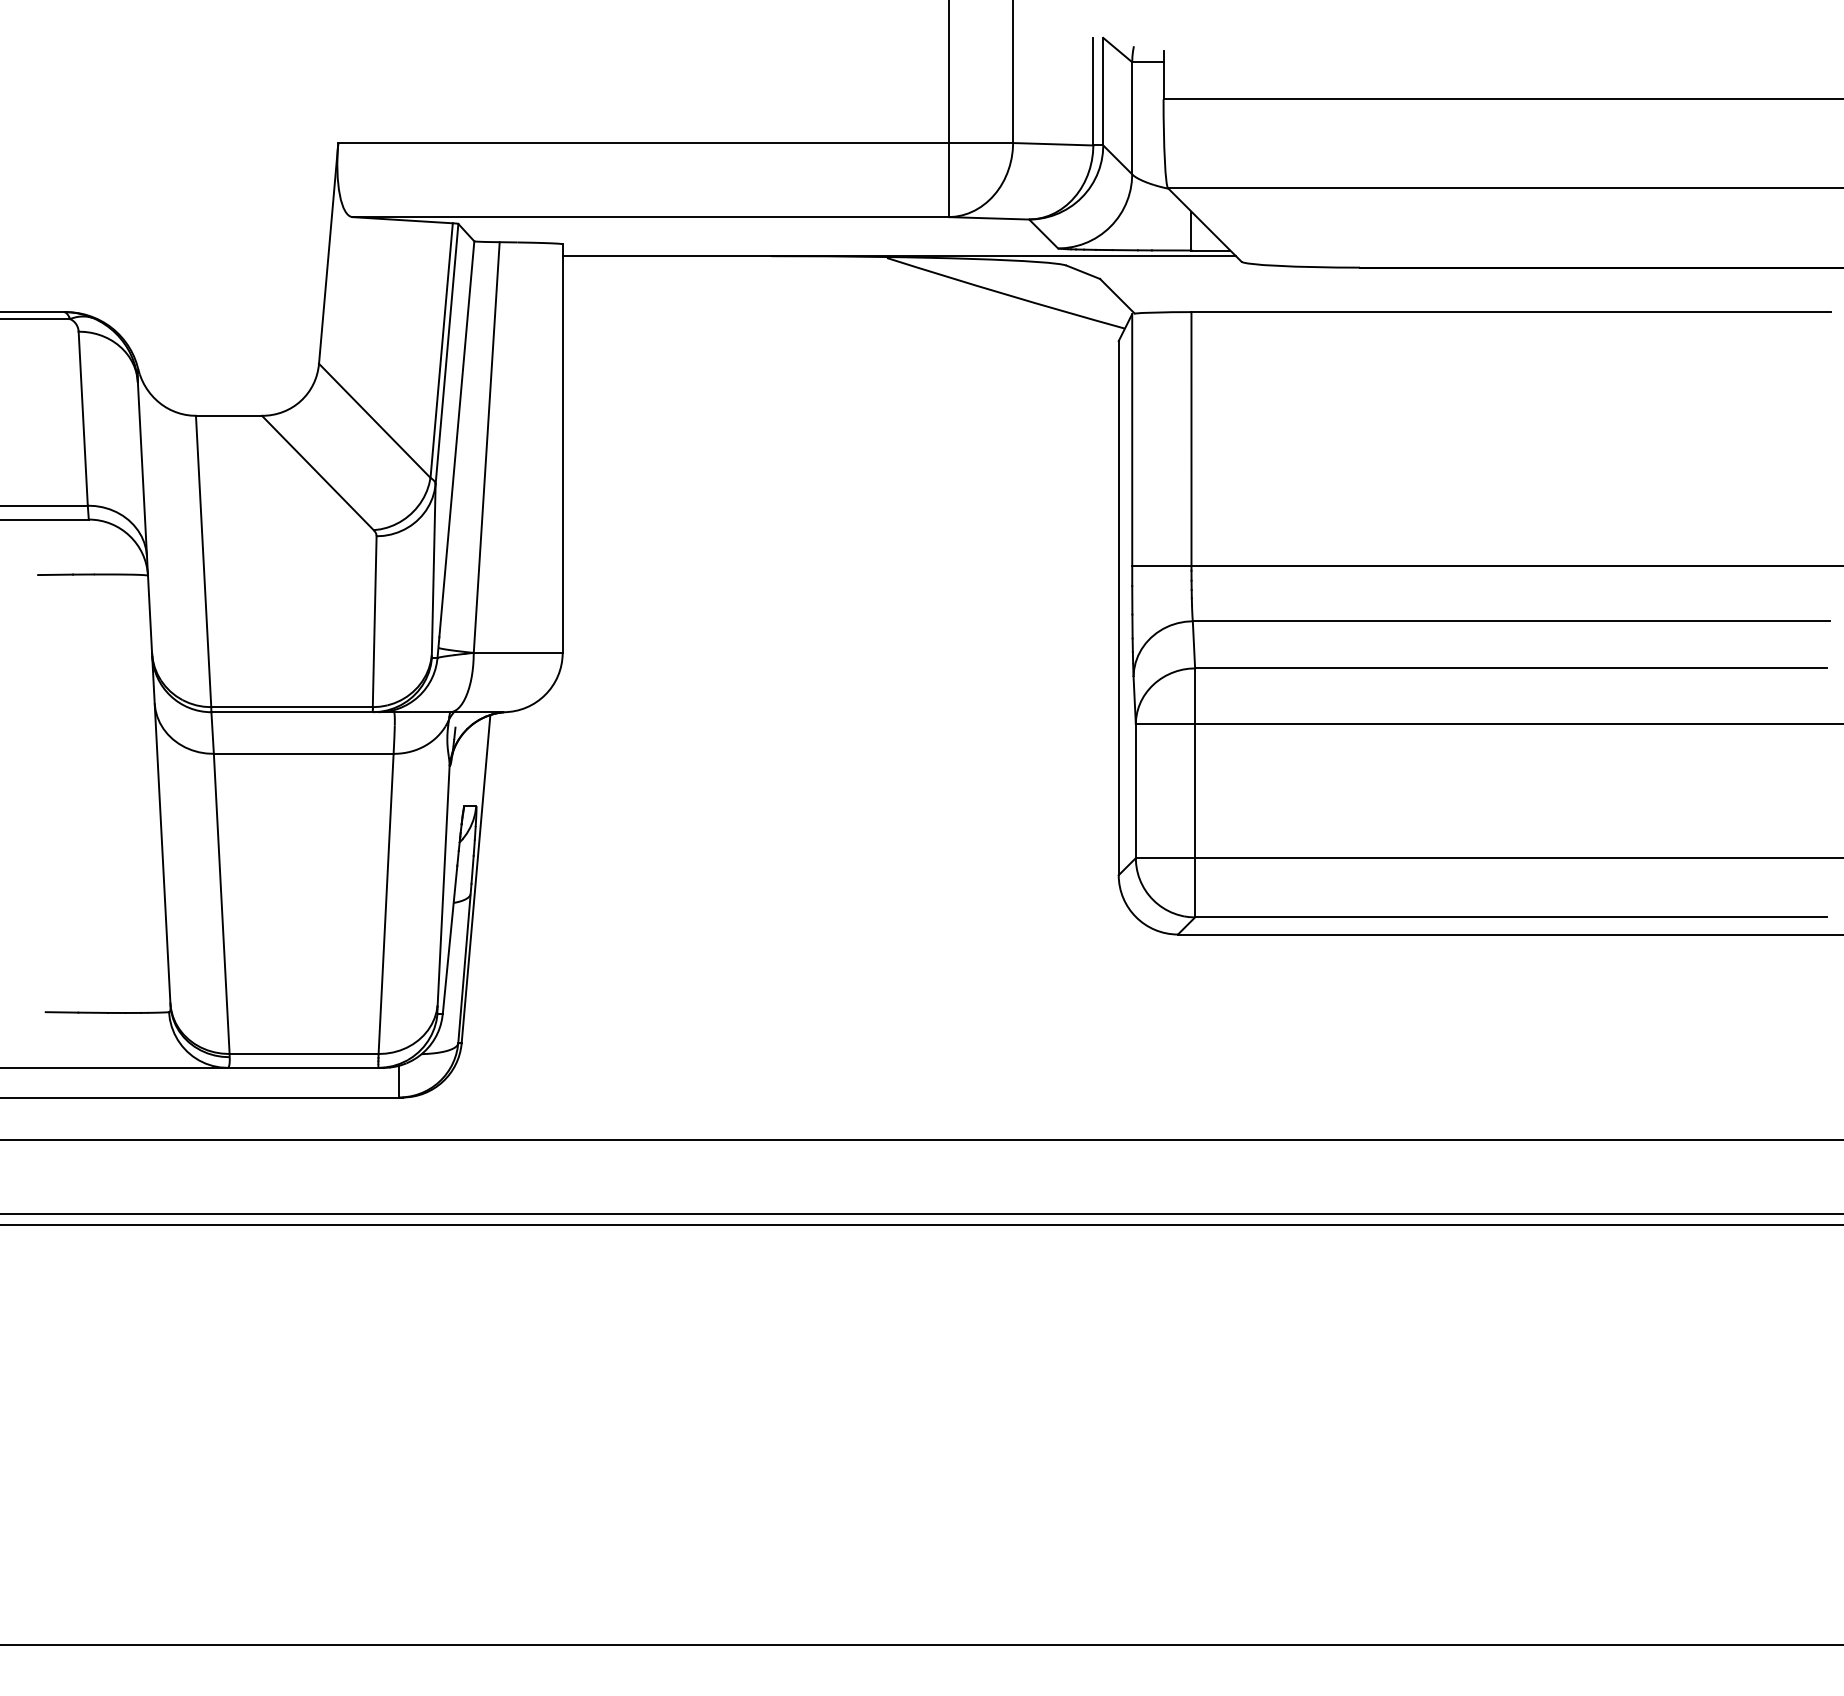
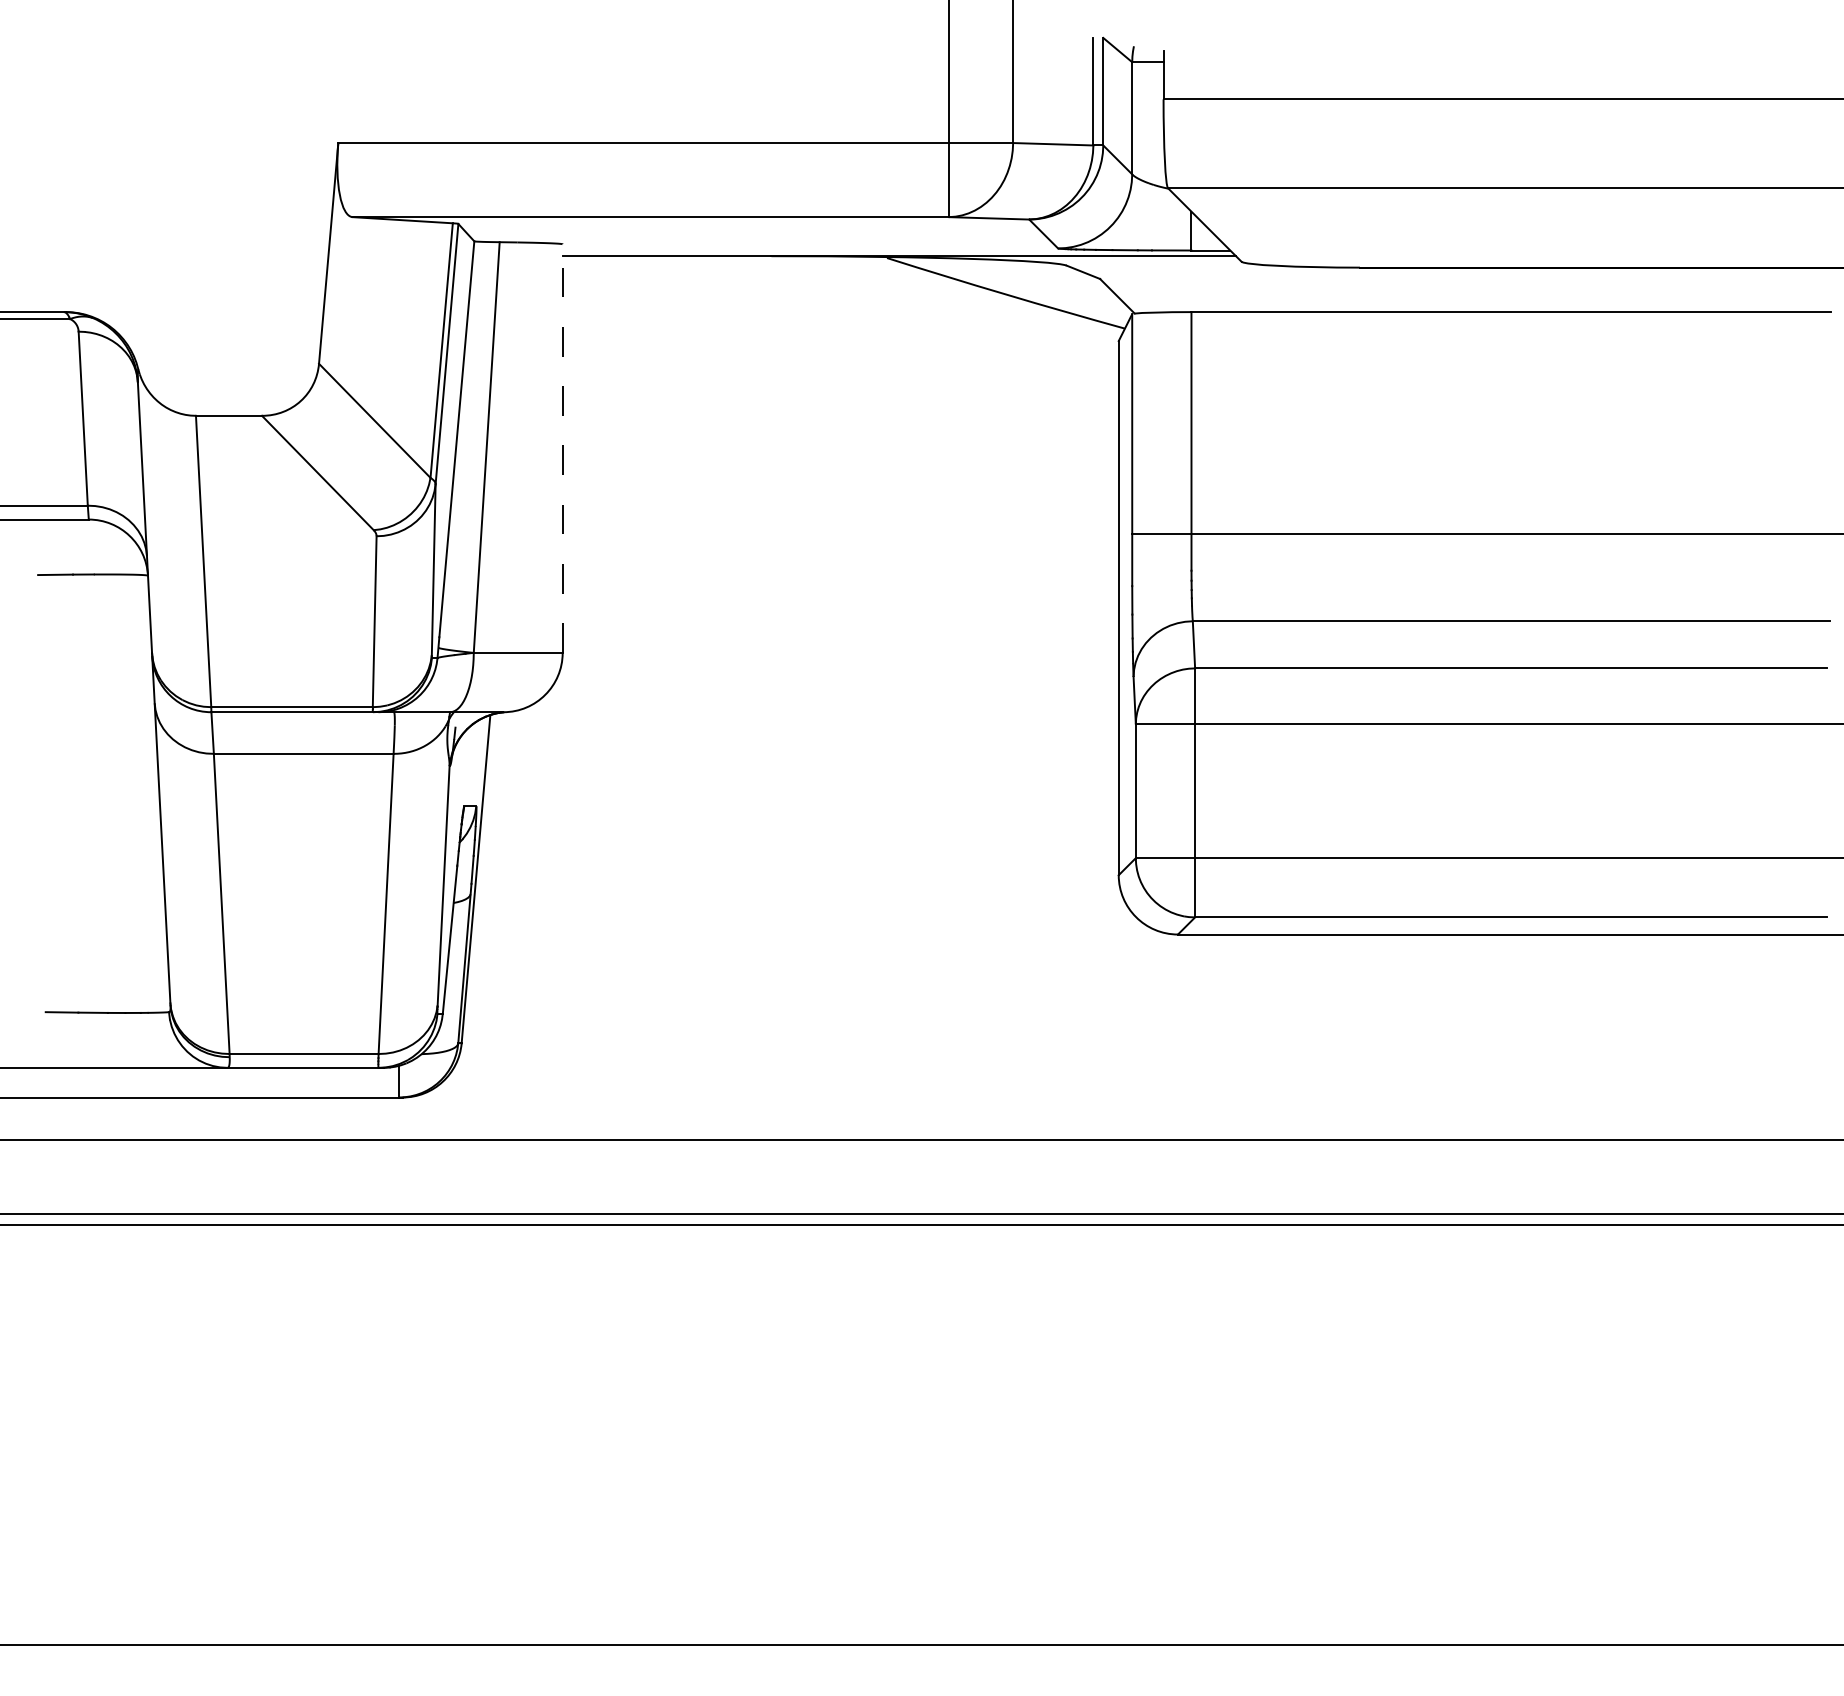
line at (562, 448): solid -> dashed
line at (1486, 565) position: (1486, 565) -> (1486, 533)
